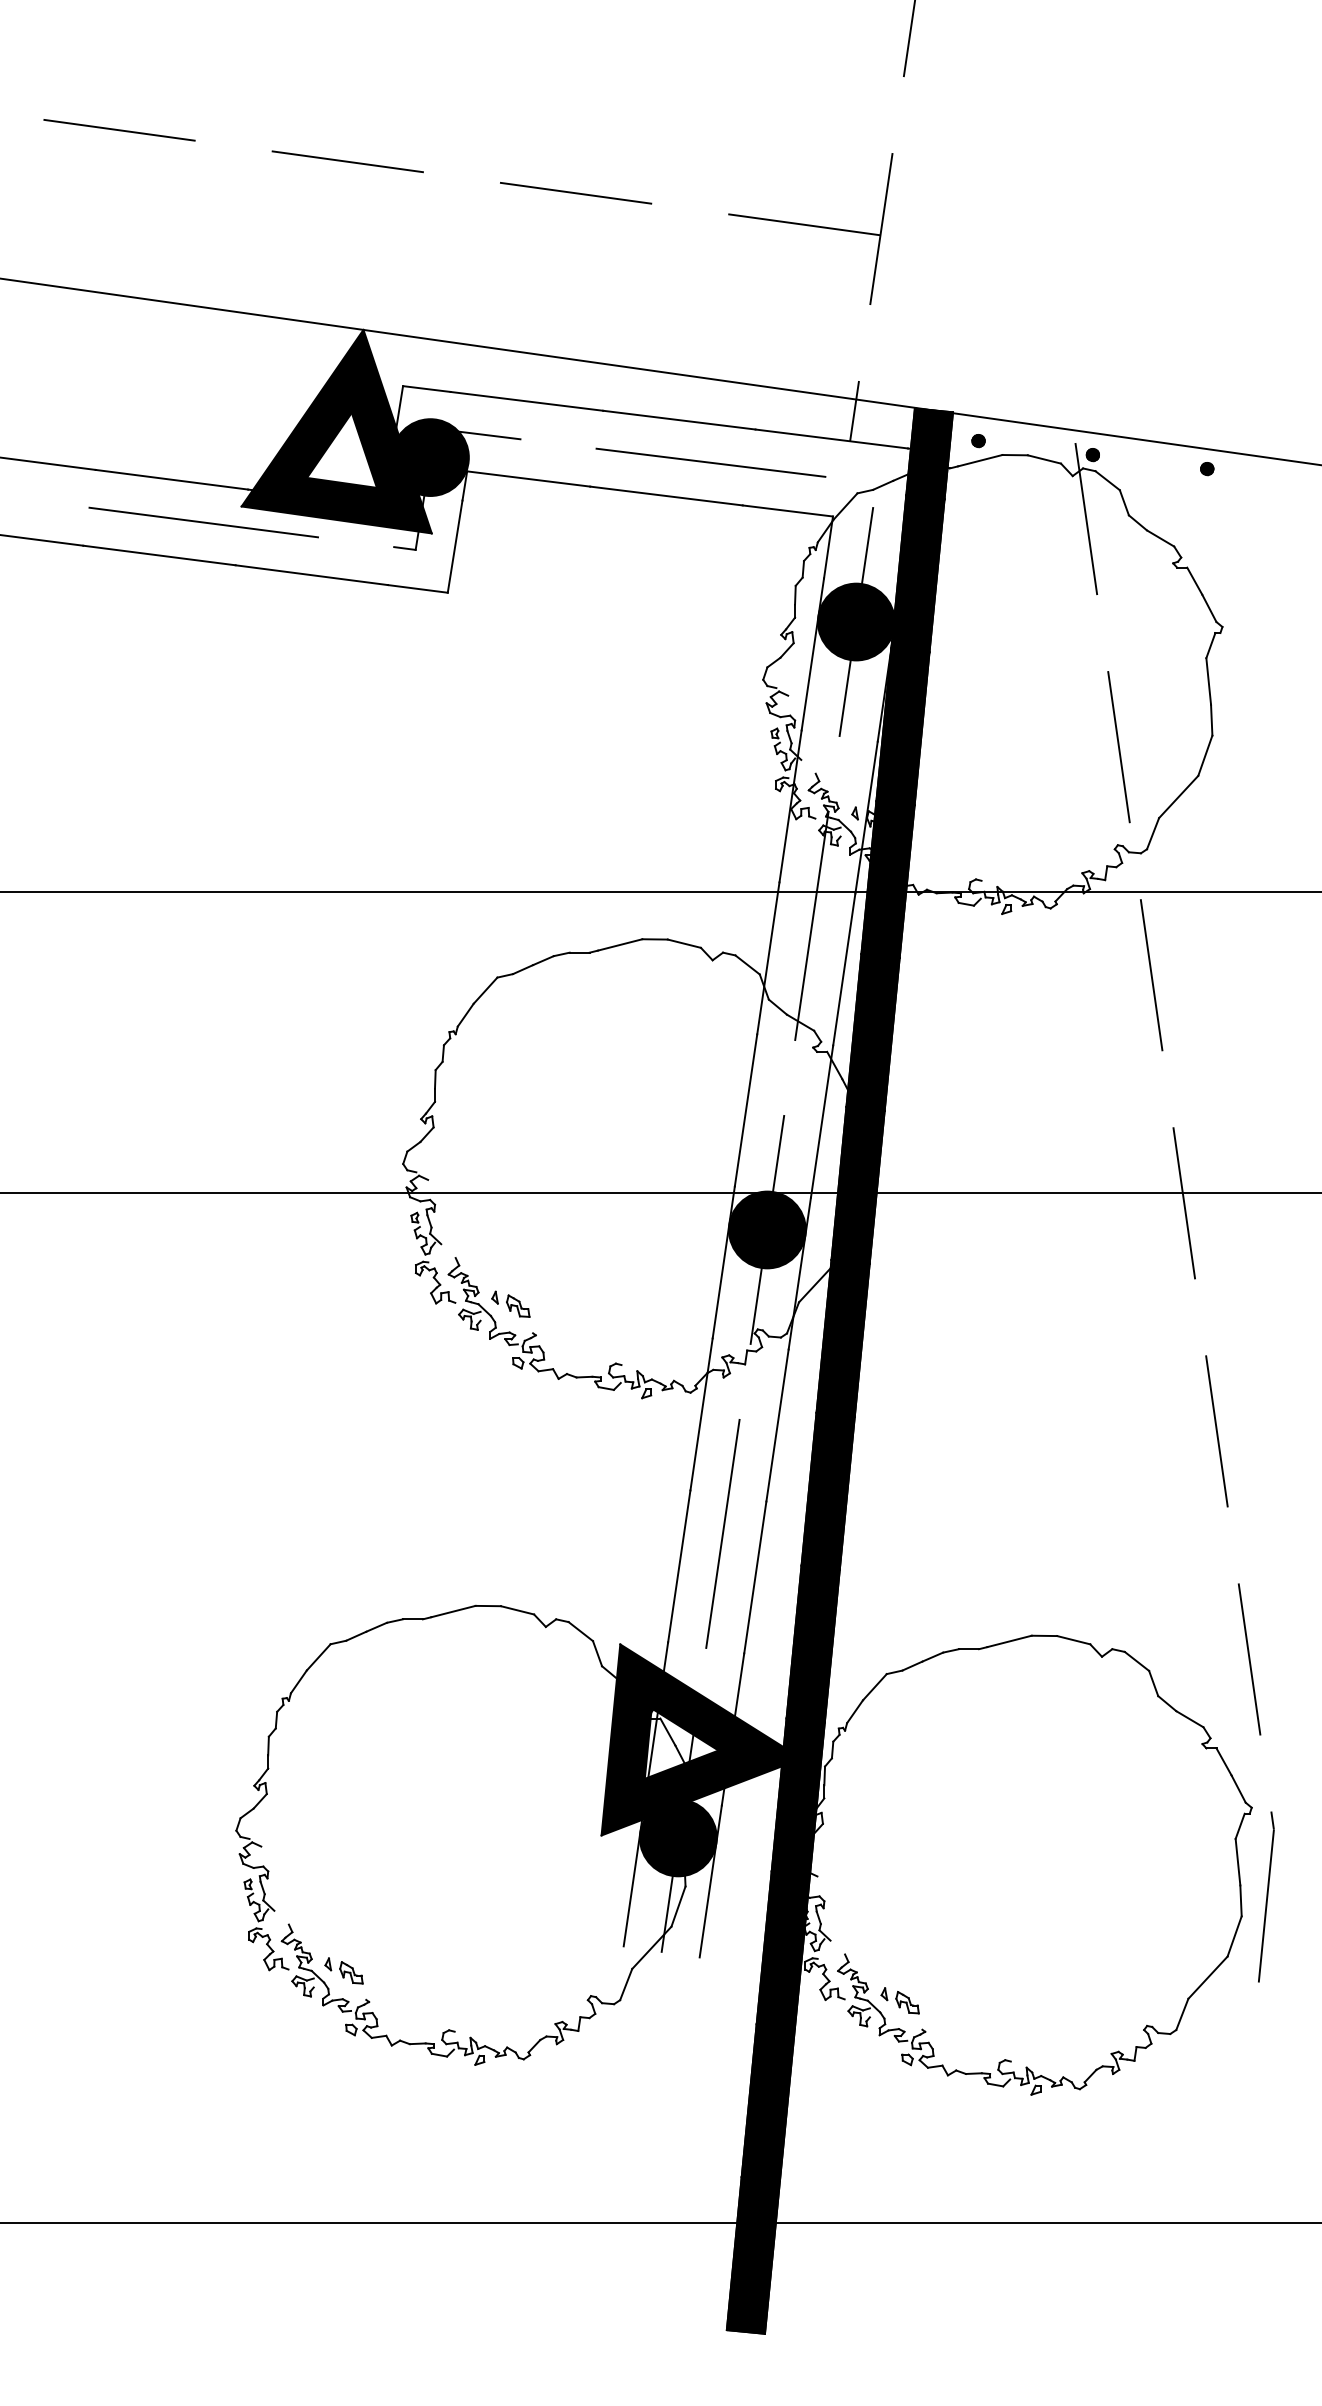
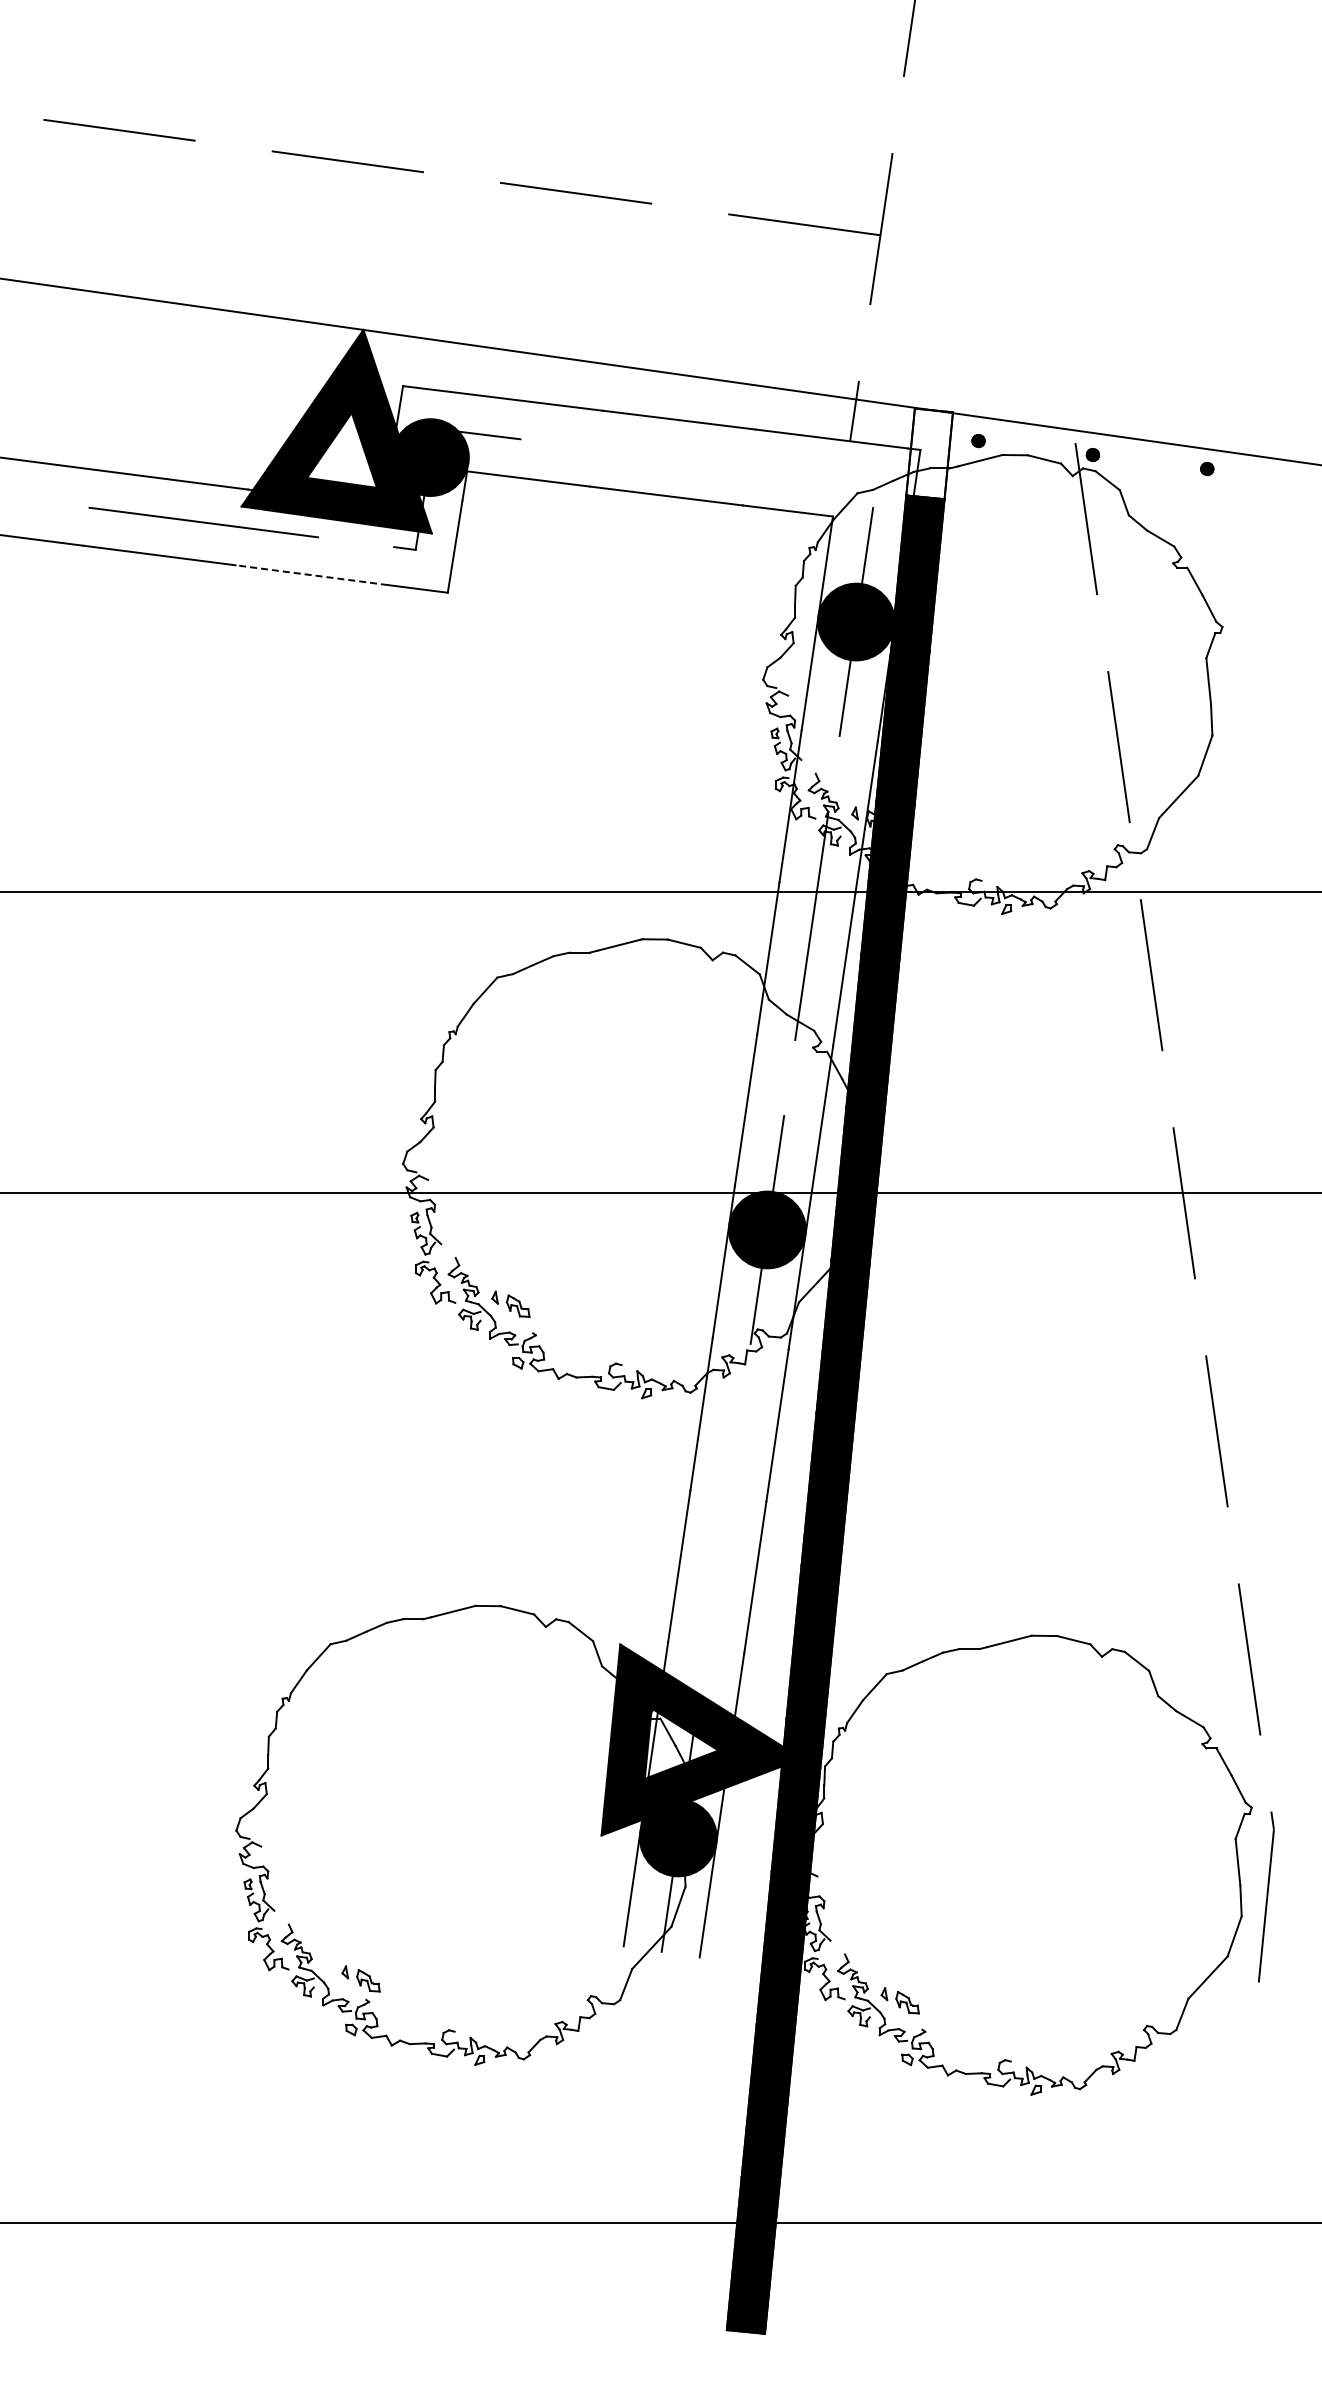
fill at (929, 453): present -> none
line at (710, 462): present -> none
line at (311, 575): solid -> dashed
line at (722, 1533): present -> none
part at (343, 1970) position: (343, 1970) -> (360, 1978)
